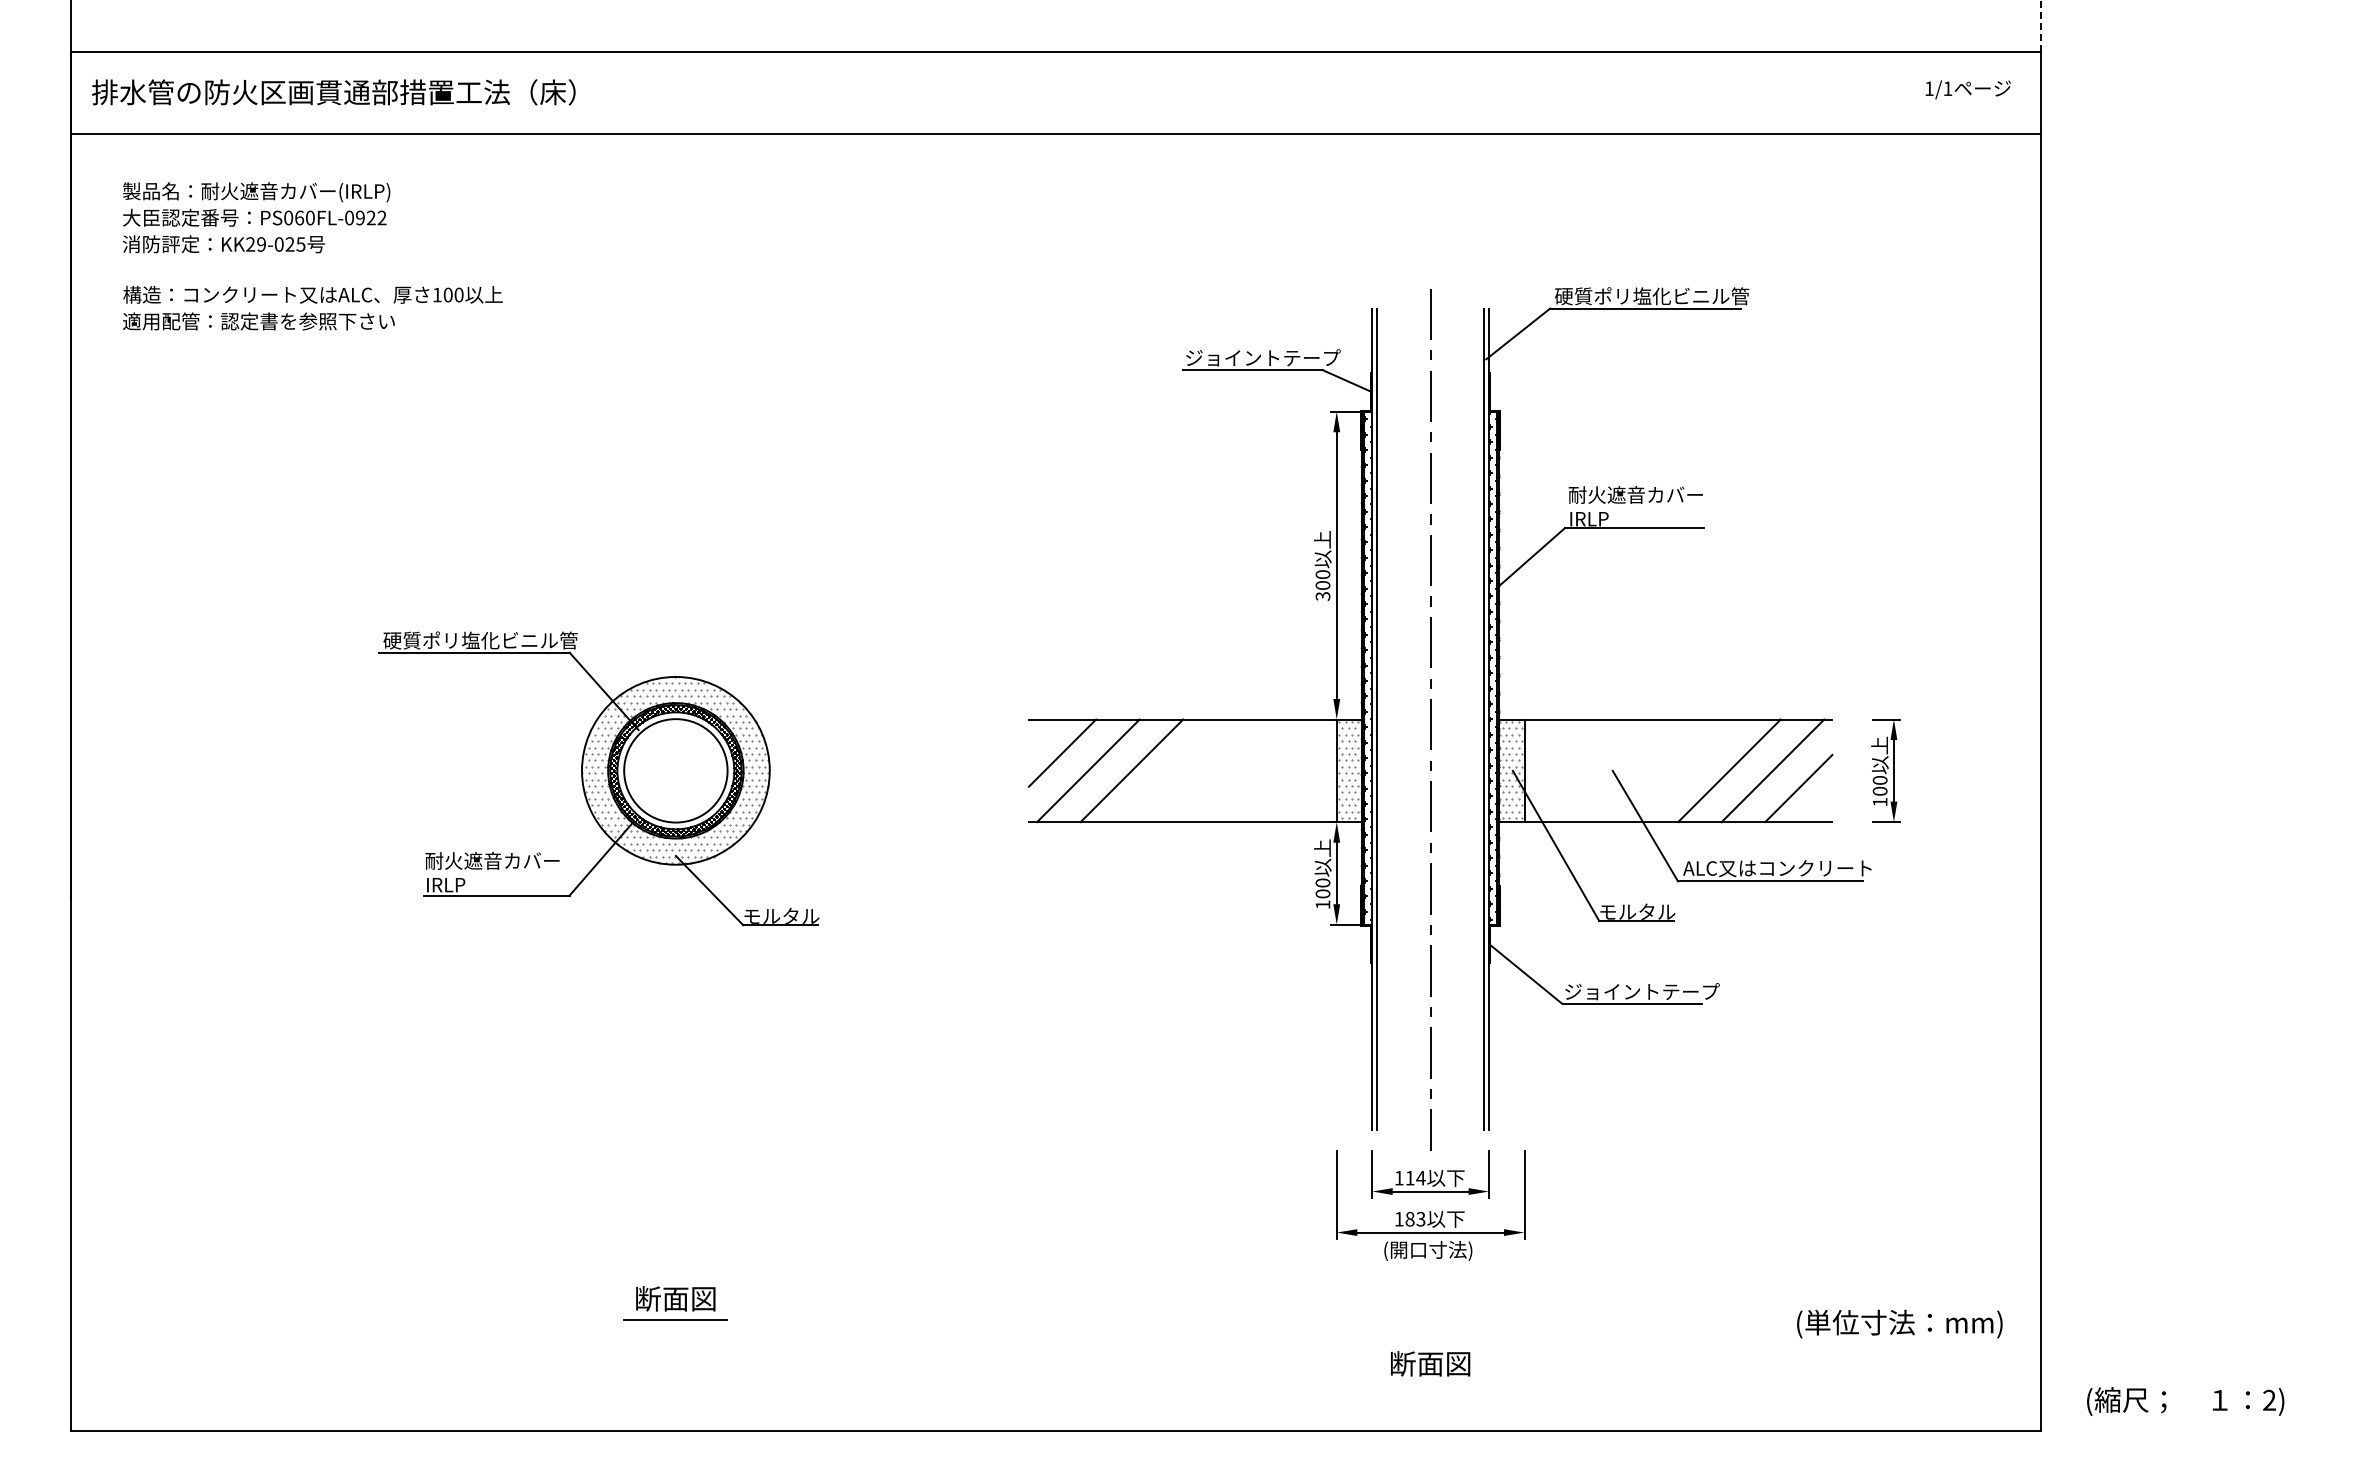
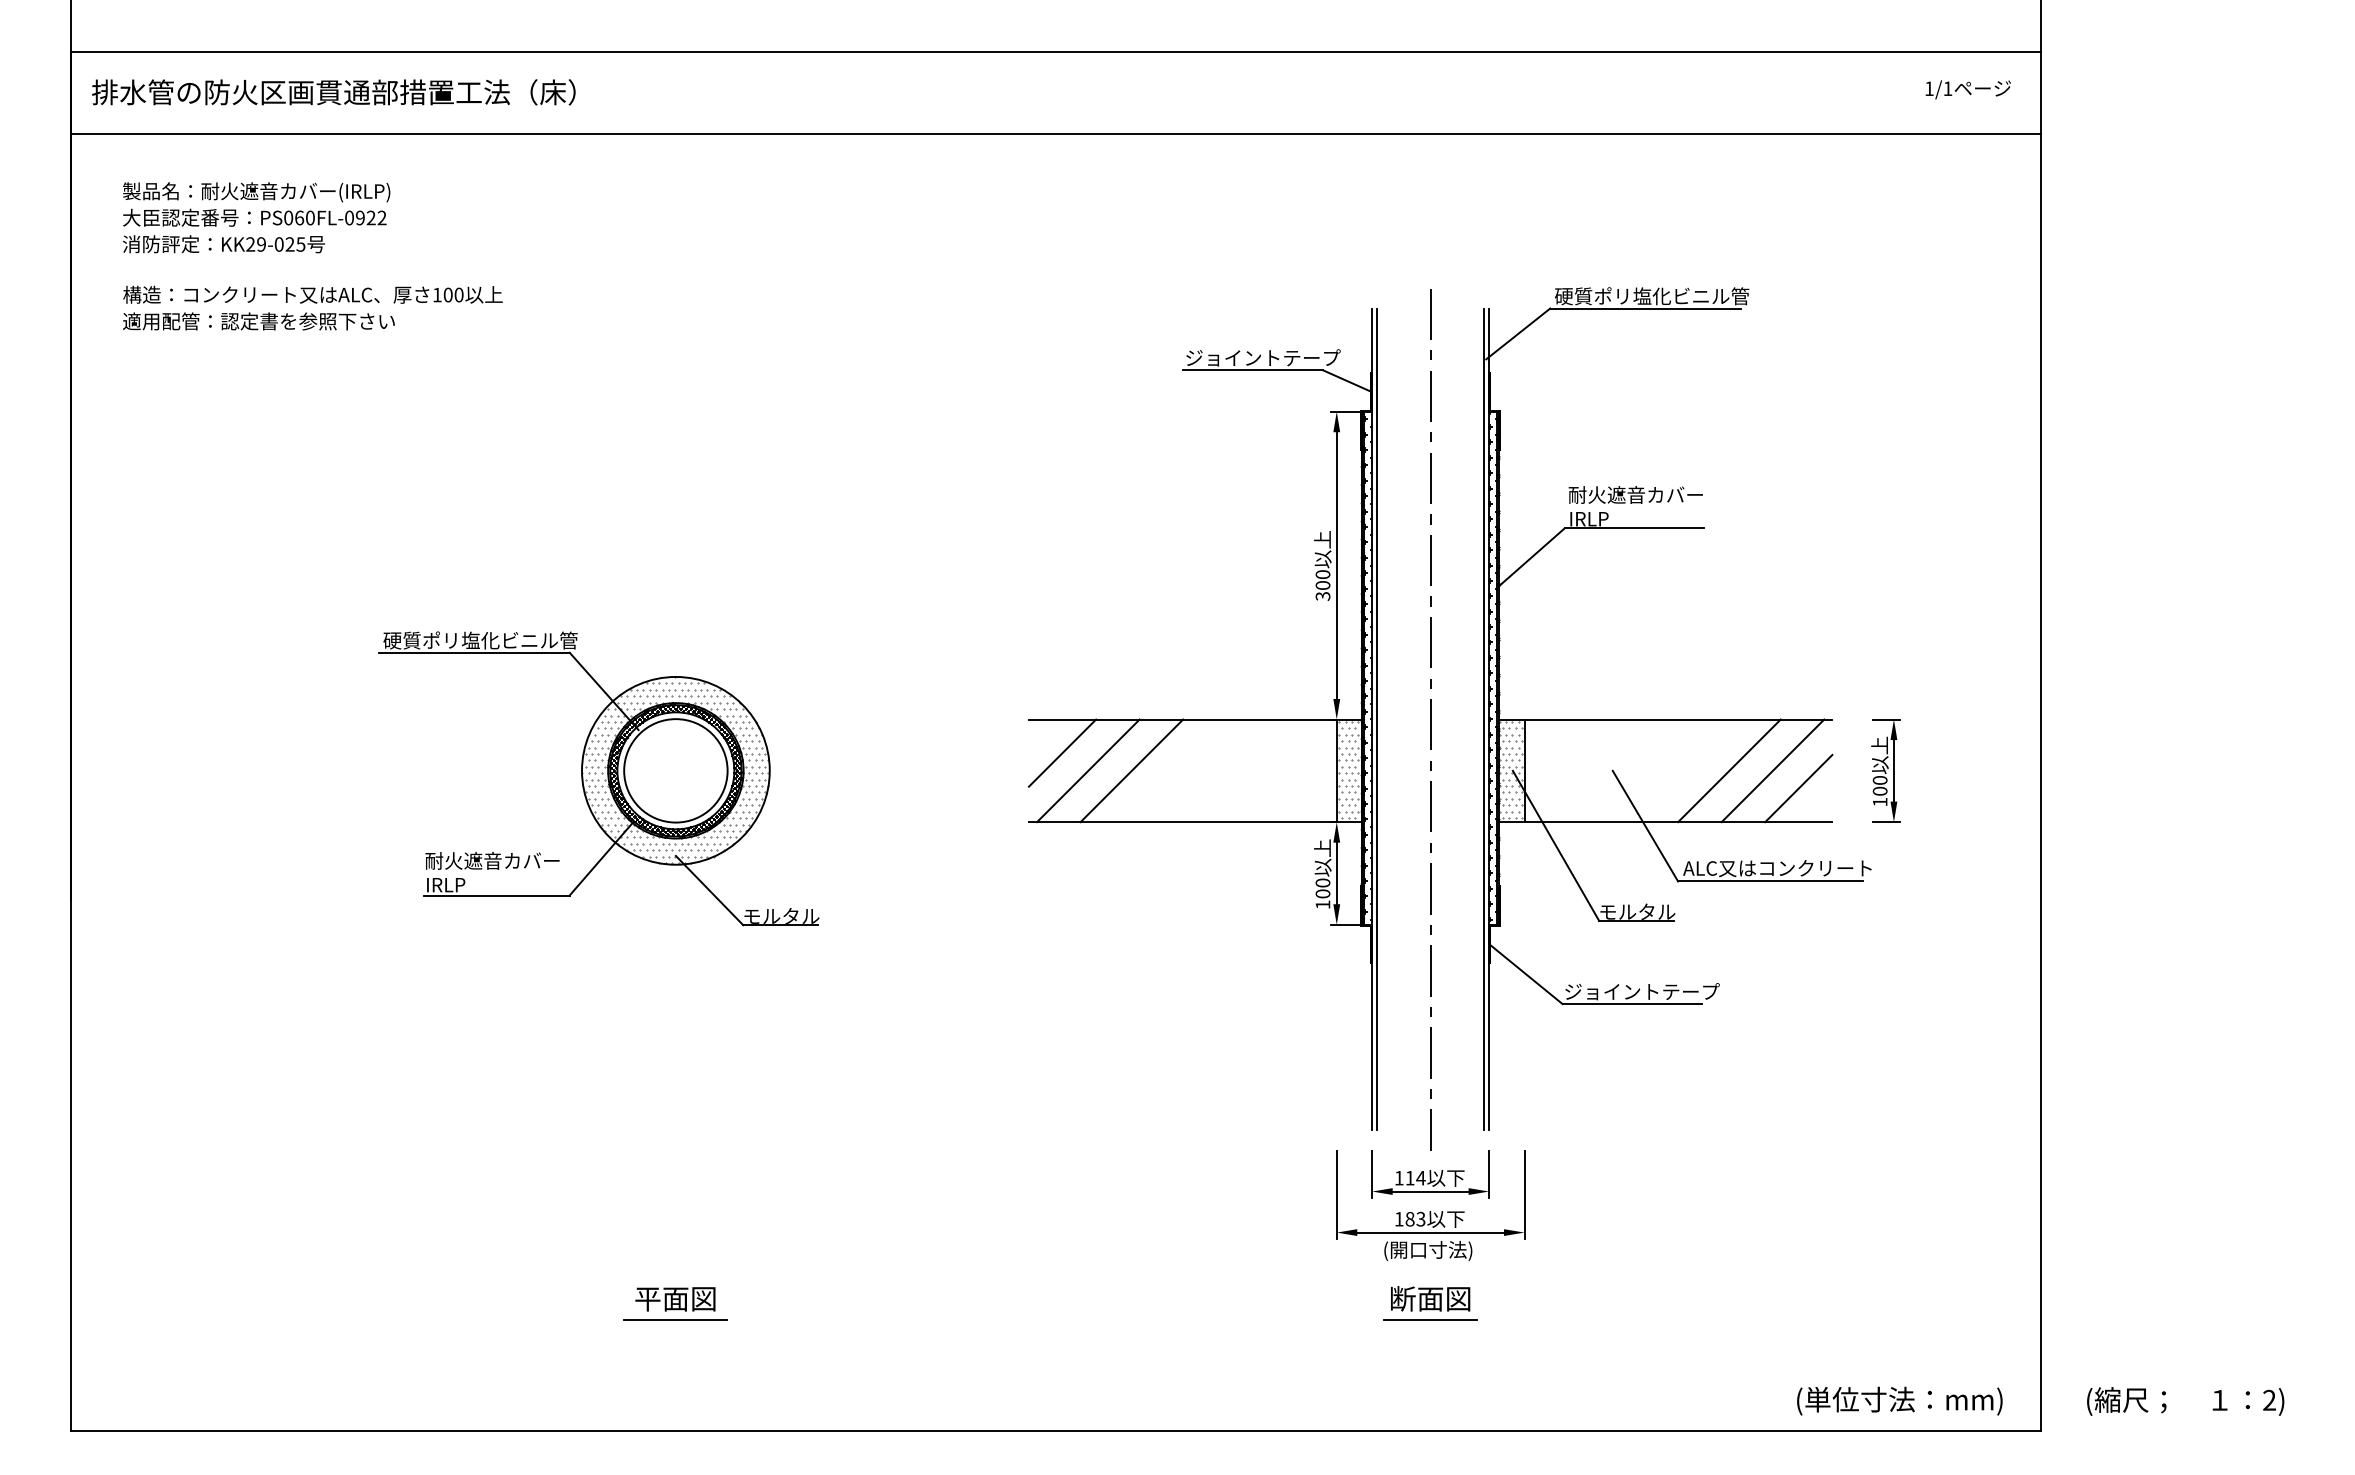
line at (2040, 25): dashed -> solid
text at (647, 1298): 断面図 -> 平面図
line at (1430, 1319): none -> present
text at (1899, 1323) position: (1899, 1323) -> (1899, 1400)
text at (1430, 1363) position: (1430, 1363) -> (1430, 1298)
